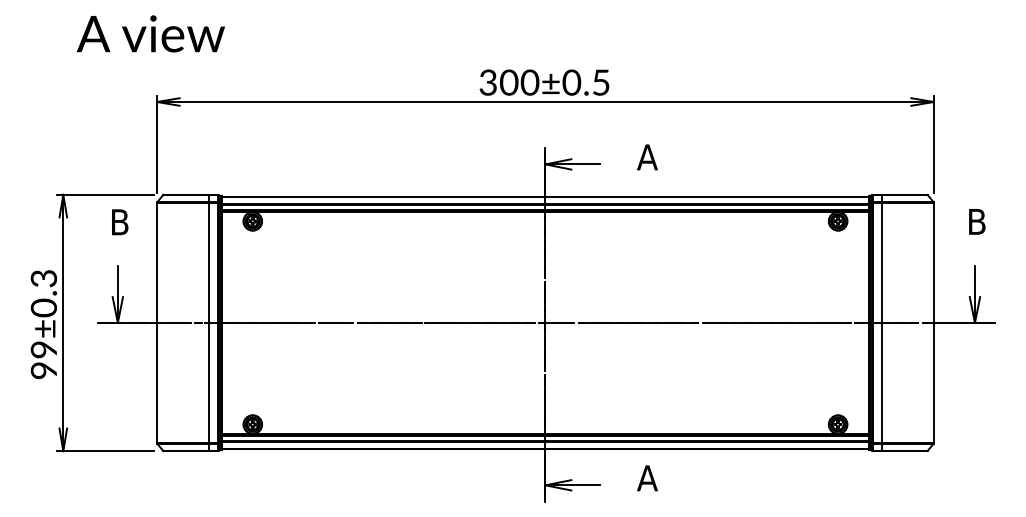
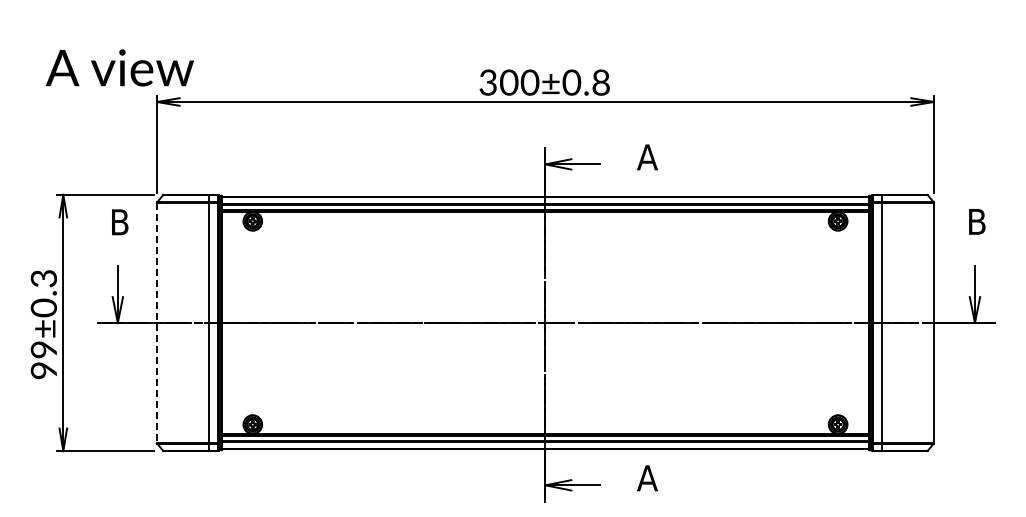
text at (150, 33) position: (150, 33) -> (119, 67)
text at (600, 82): 300±0.5 -> 300±0.8
line at (157, 323): solid -> dashed
